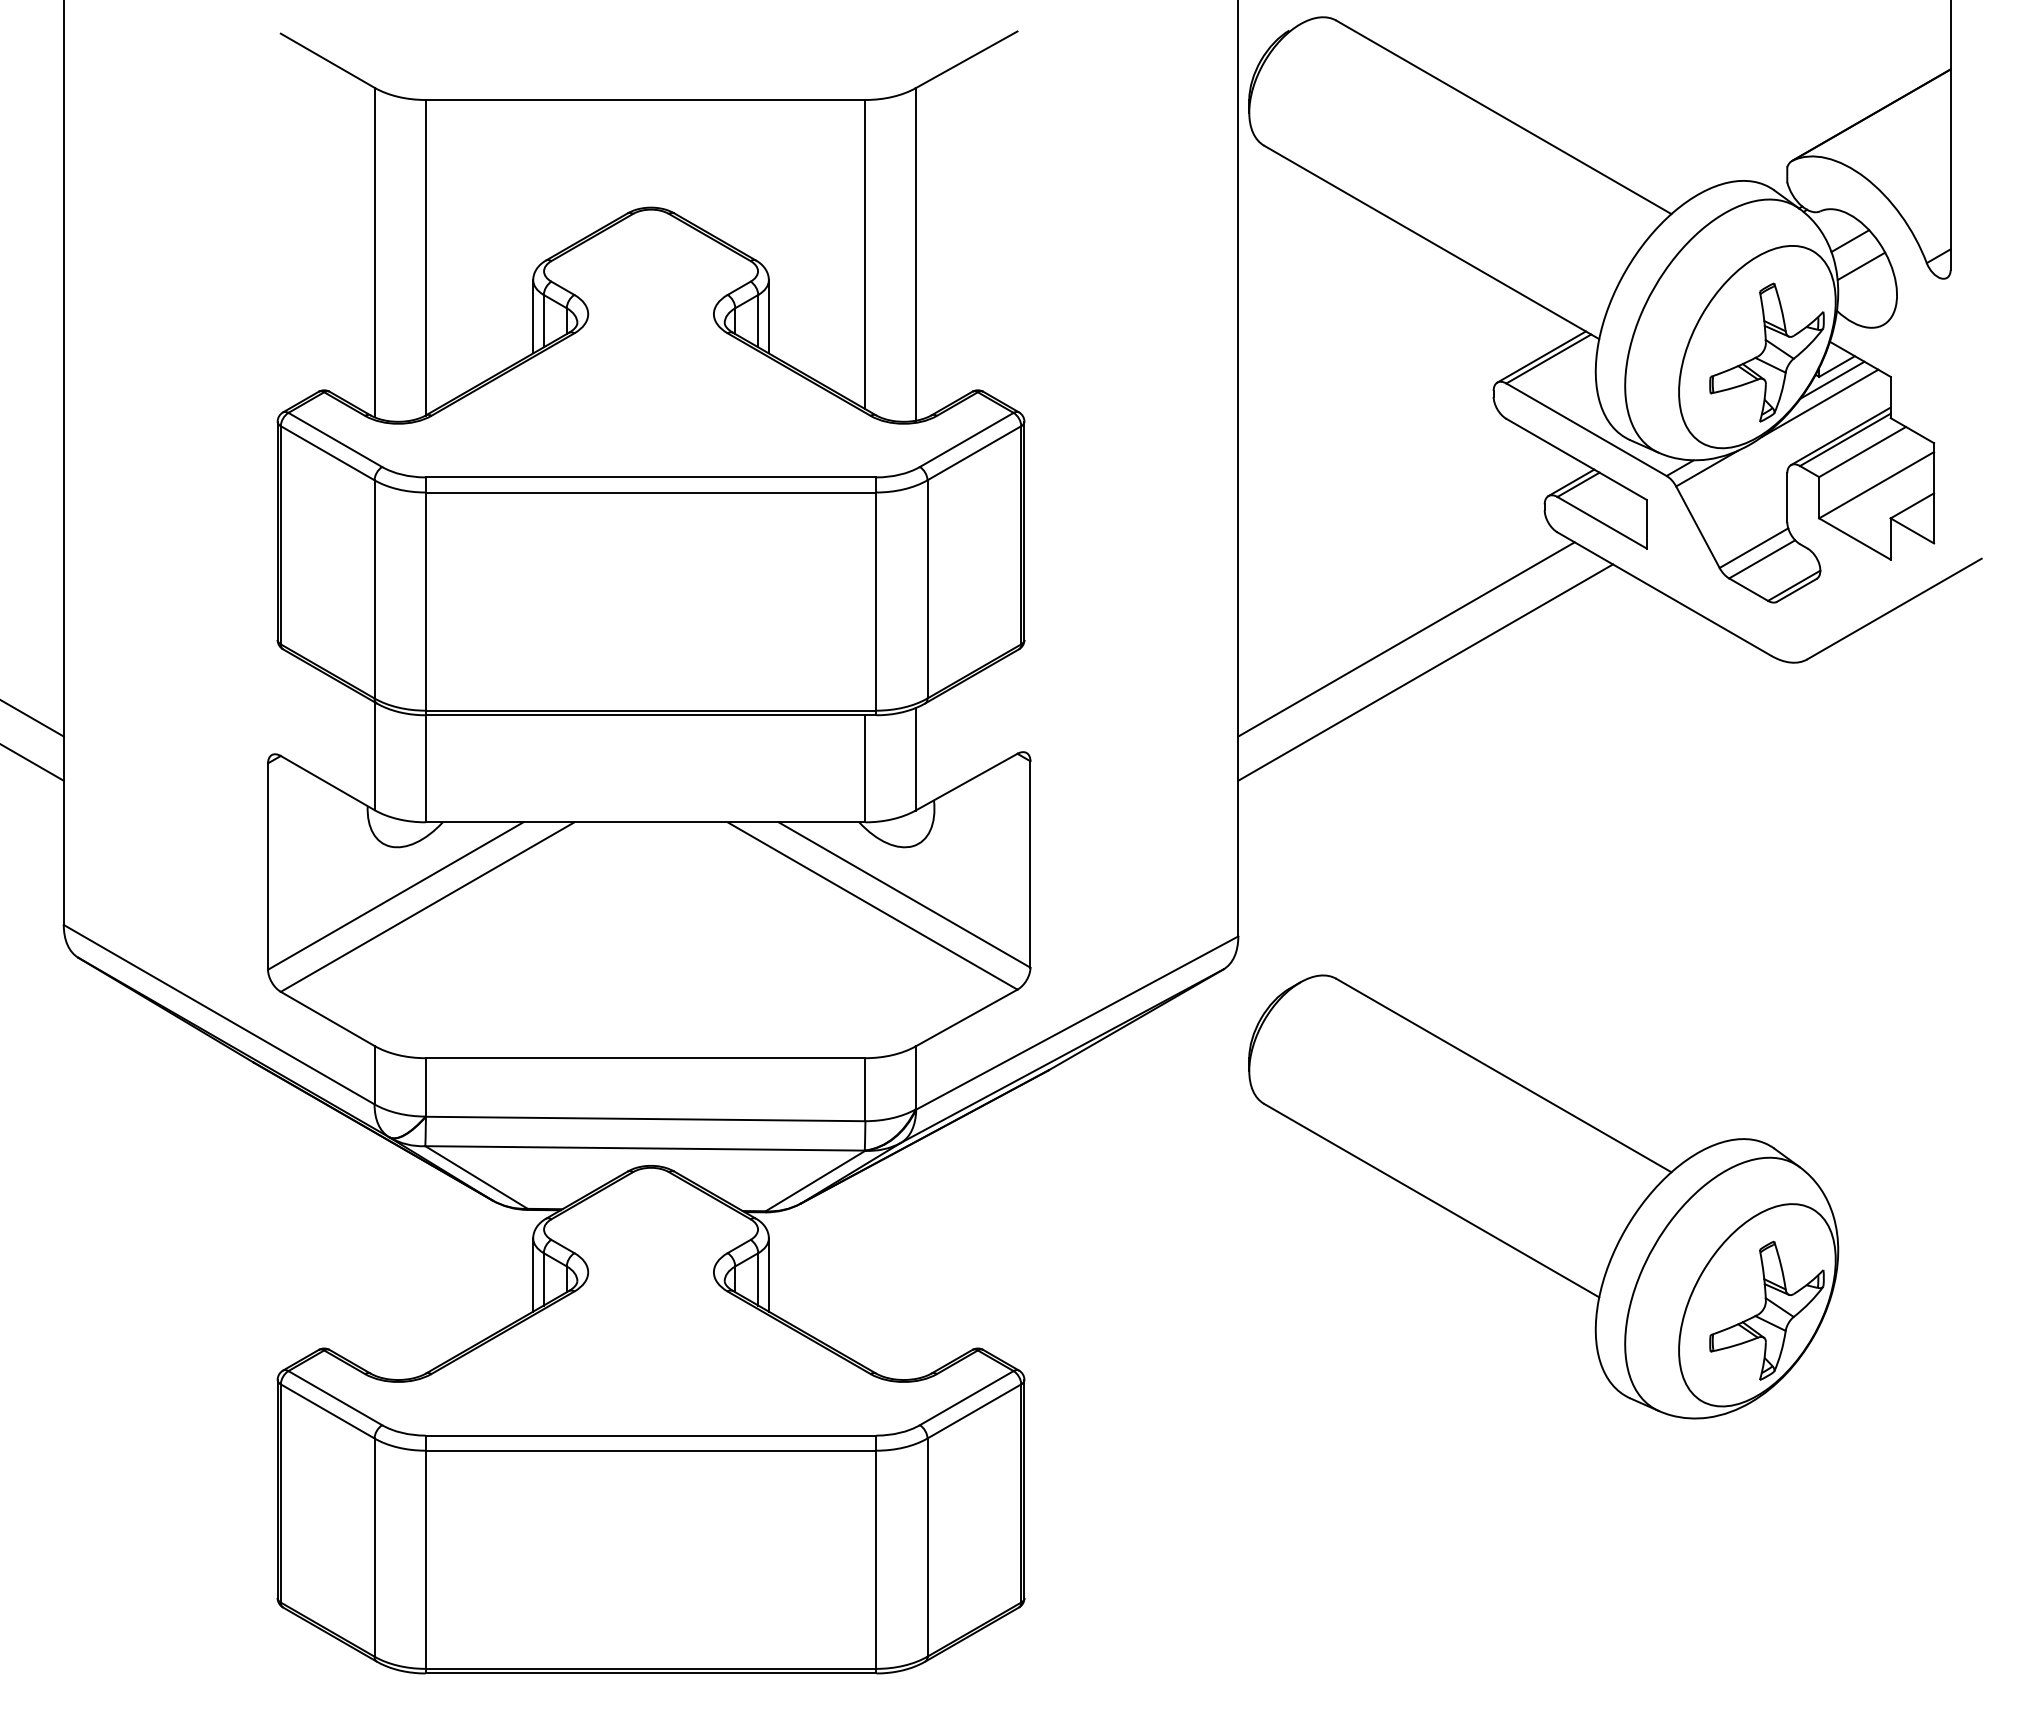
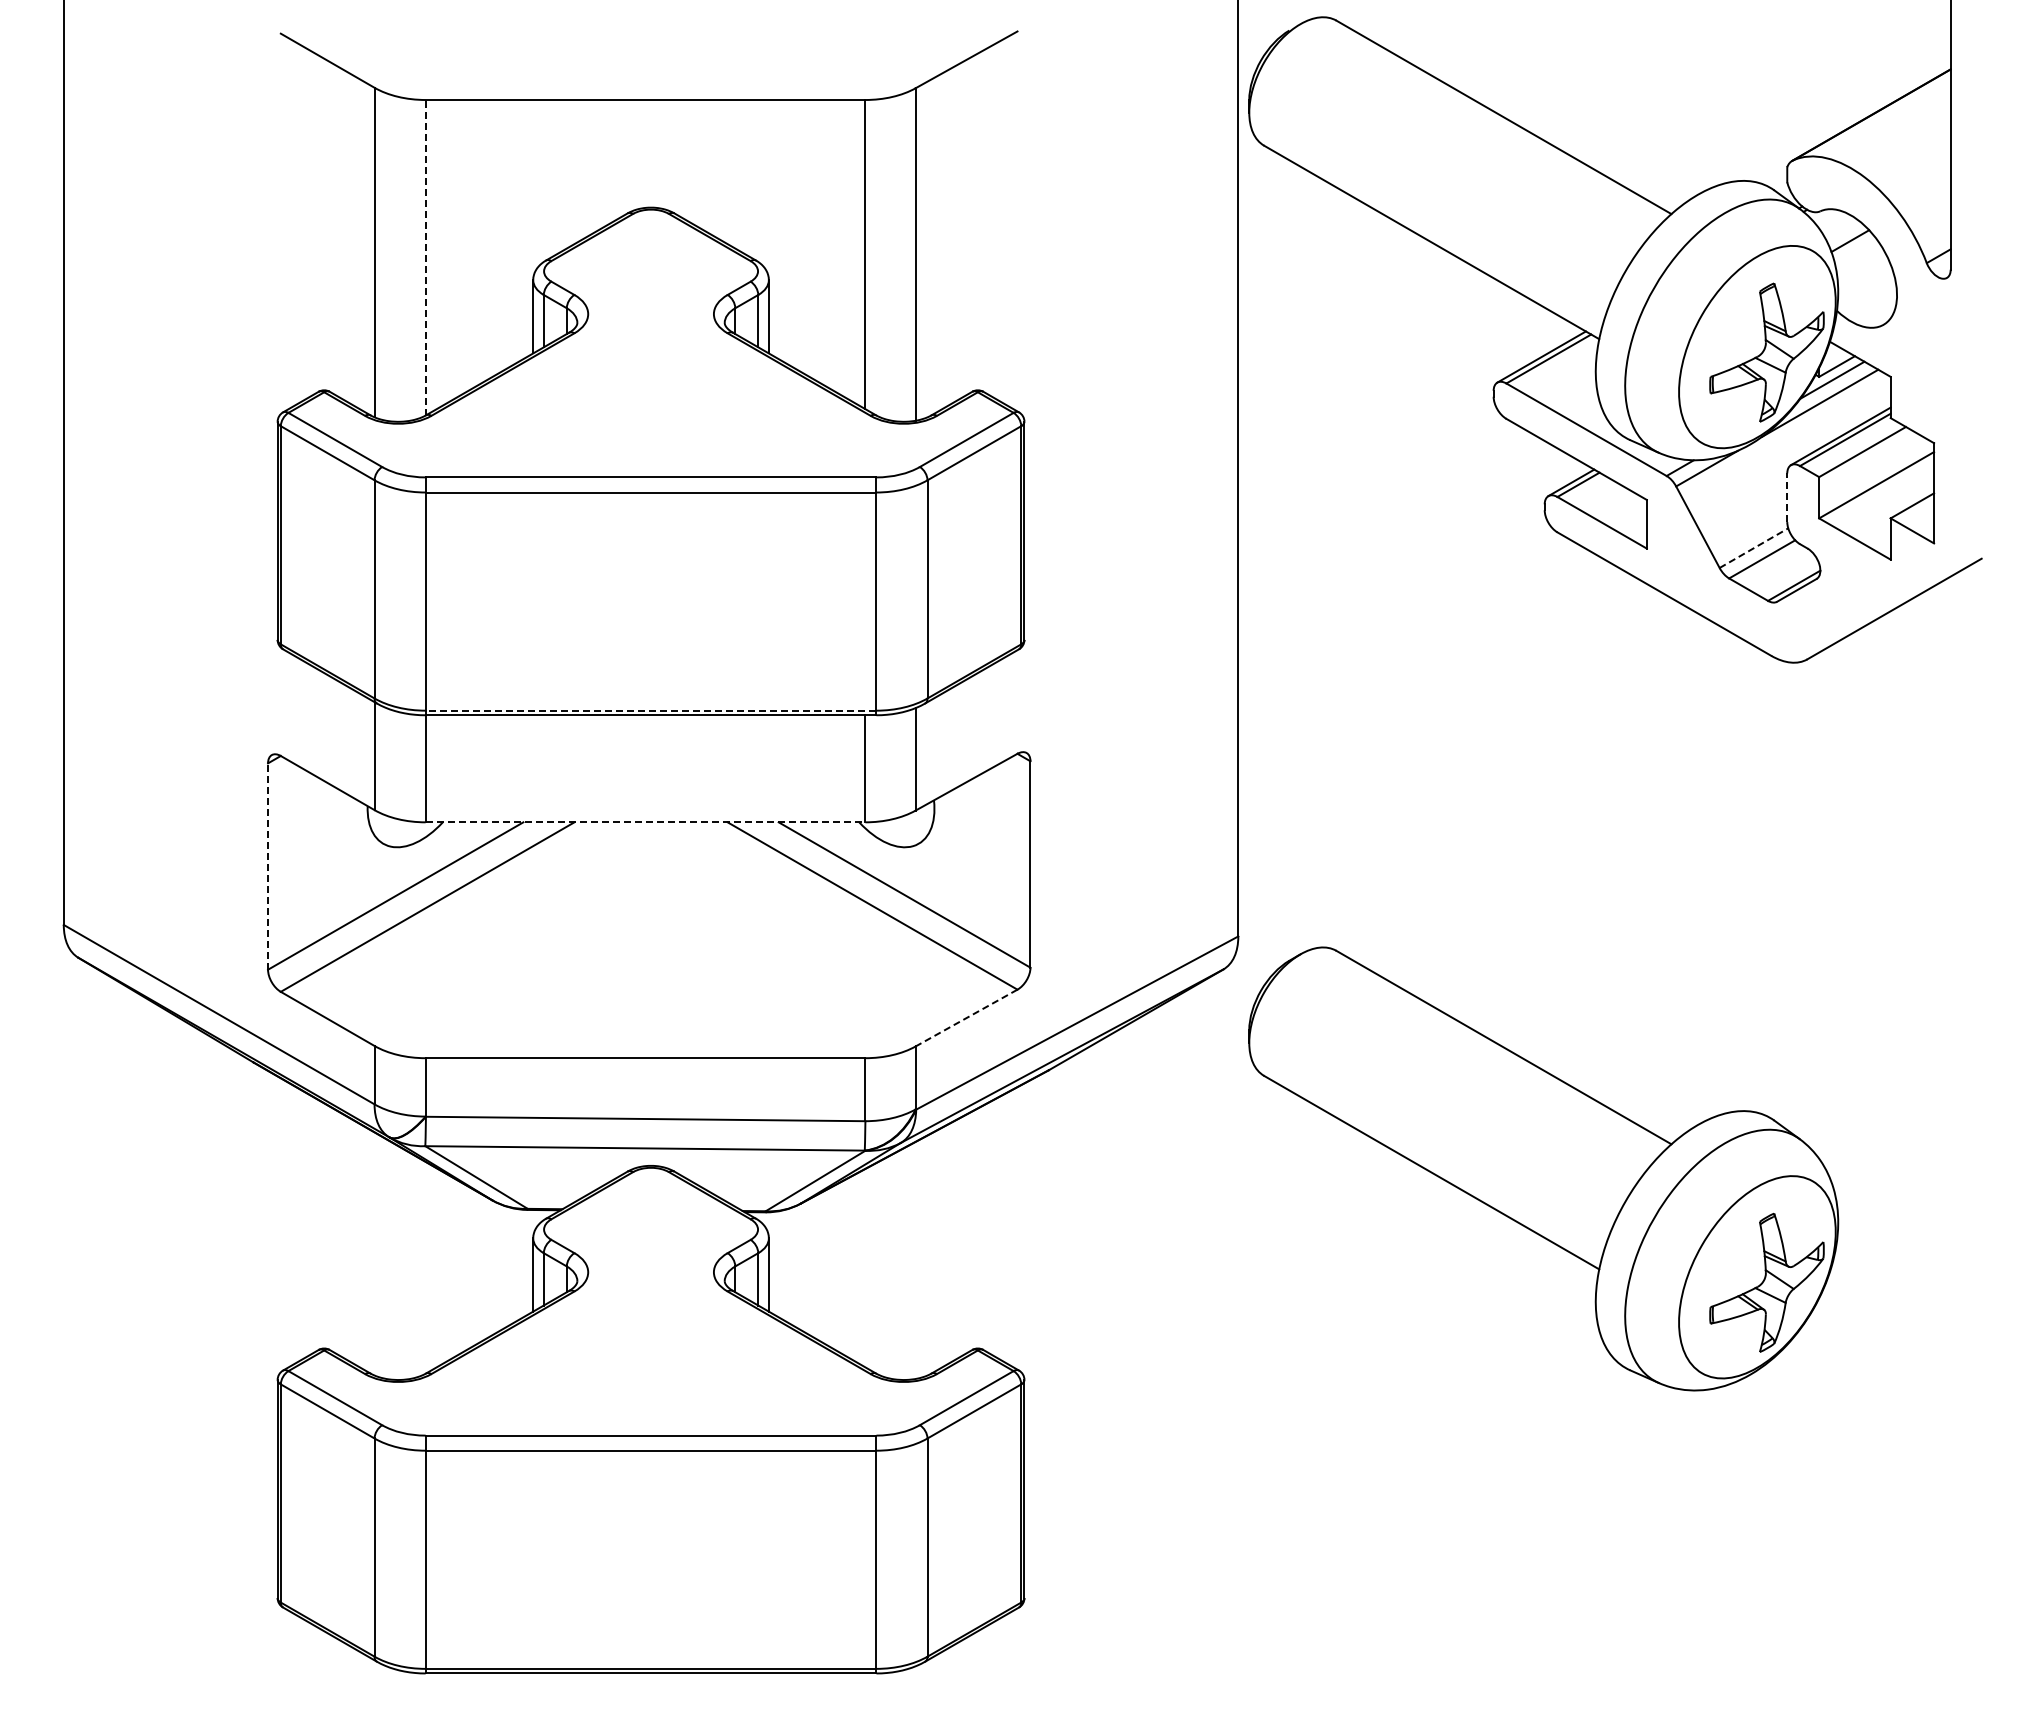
line at (425, 257): solid -> dashed
line at (1861, 266): present -> none
line at (1787, 497): solid -> dashed
line at (1753, 548): solid -> dashed
line at (1406, 639): present -> none
line at (1425, 672): present -> none
line at (650, 710): solid -> dashed
line at (32, 718): present -> none
line at (32, 762): present -> none
line at (645, 822): solid -> dashed
line at (268, 866): solid -> dashed
line at (966, 1018): solid -> dashed
part at (1543, 1196) position: (1543, 1196) -> (1543, 1168)
